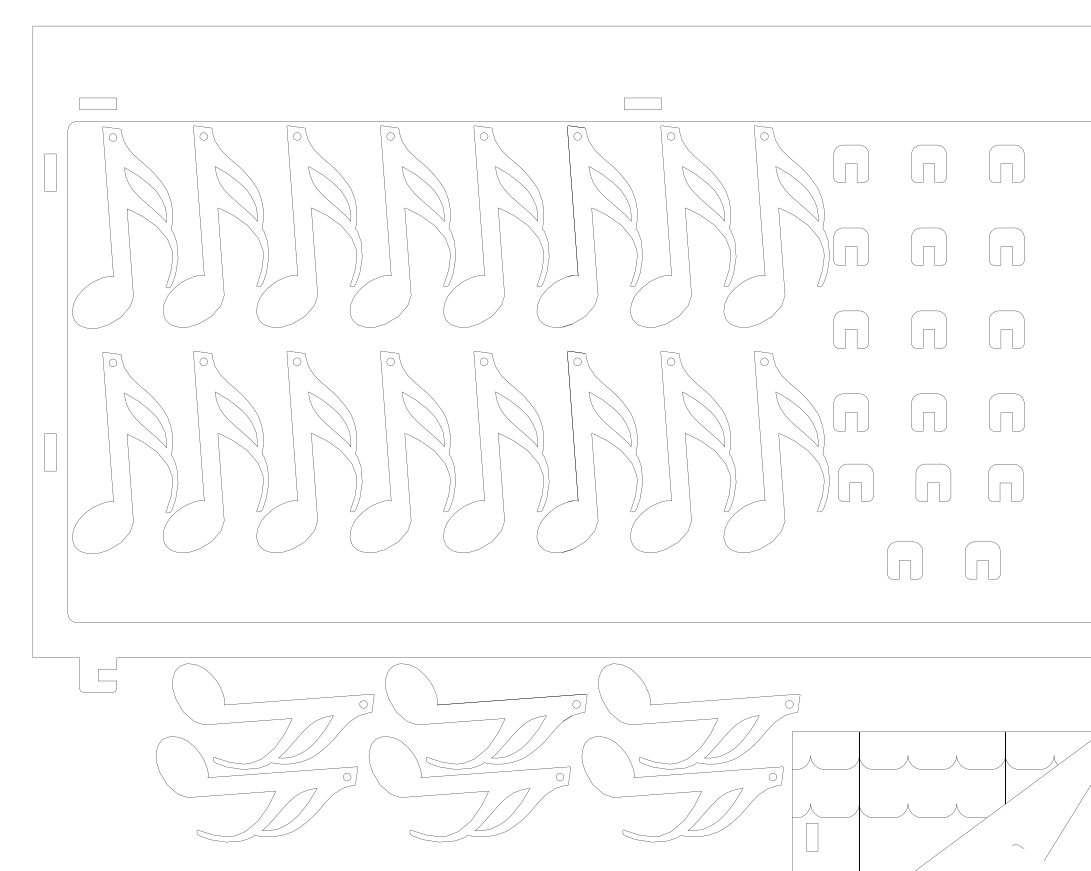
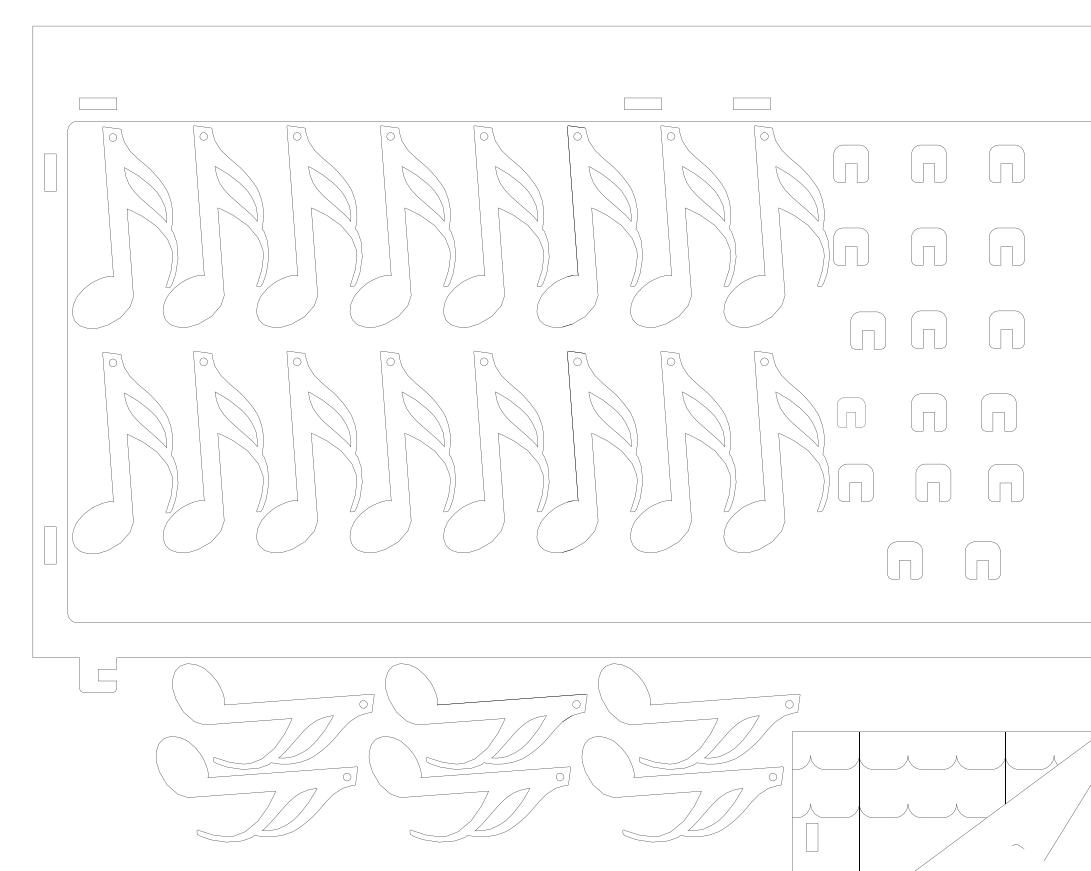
part at (751, 103): none -> present
part at (850, 329) position: (850, 329) -> (867, 330)
part at (850, 412) size: 36x39 px -> 29x31 px
curve at (1006, 412) position: (1006, 412) -> (998, 412)
part at (50, 452) position: (50, 452) -> (50, 545)
